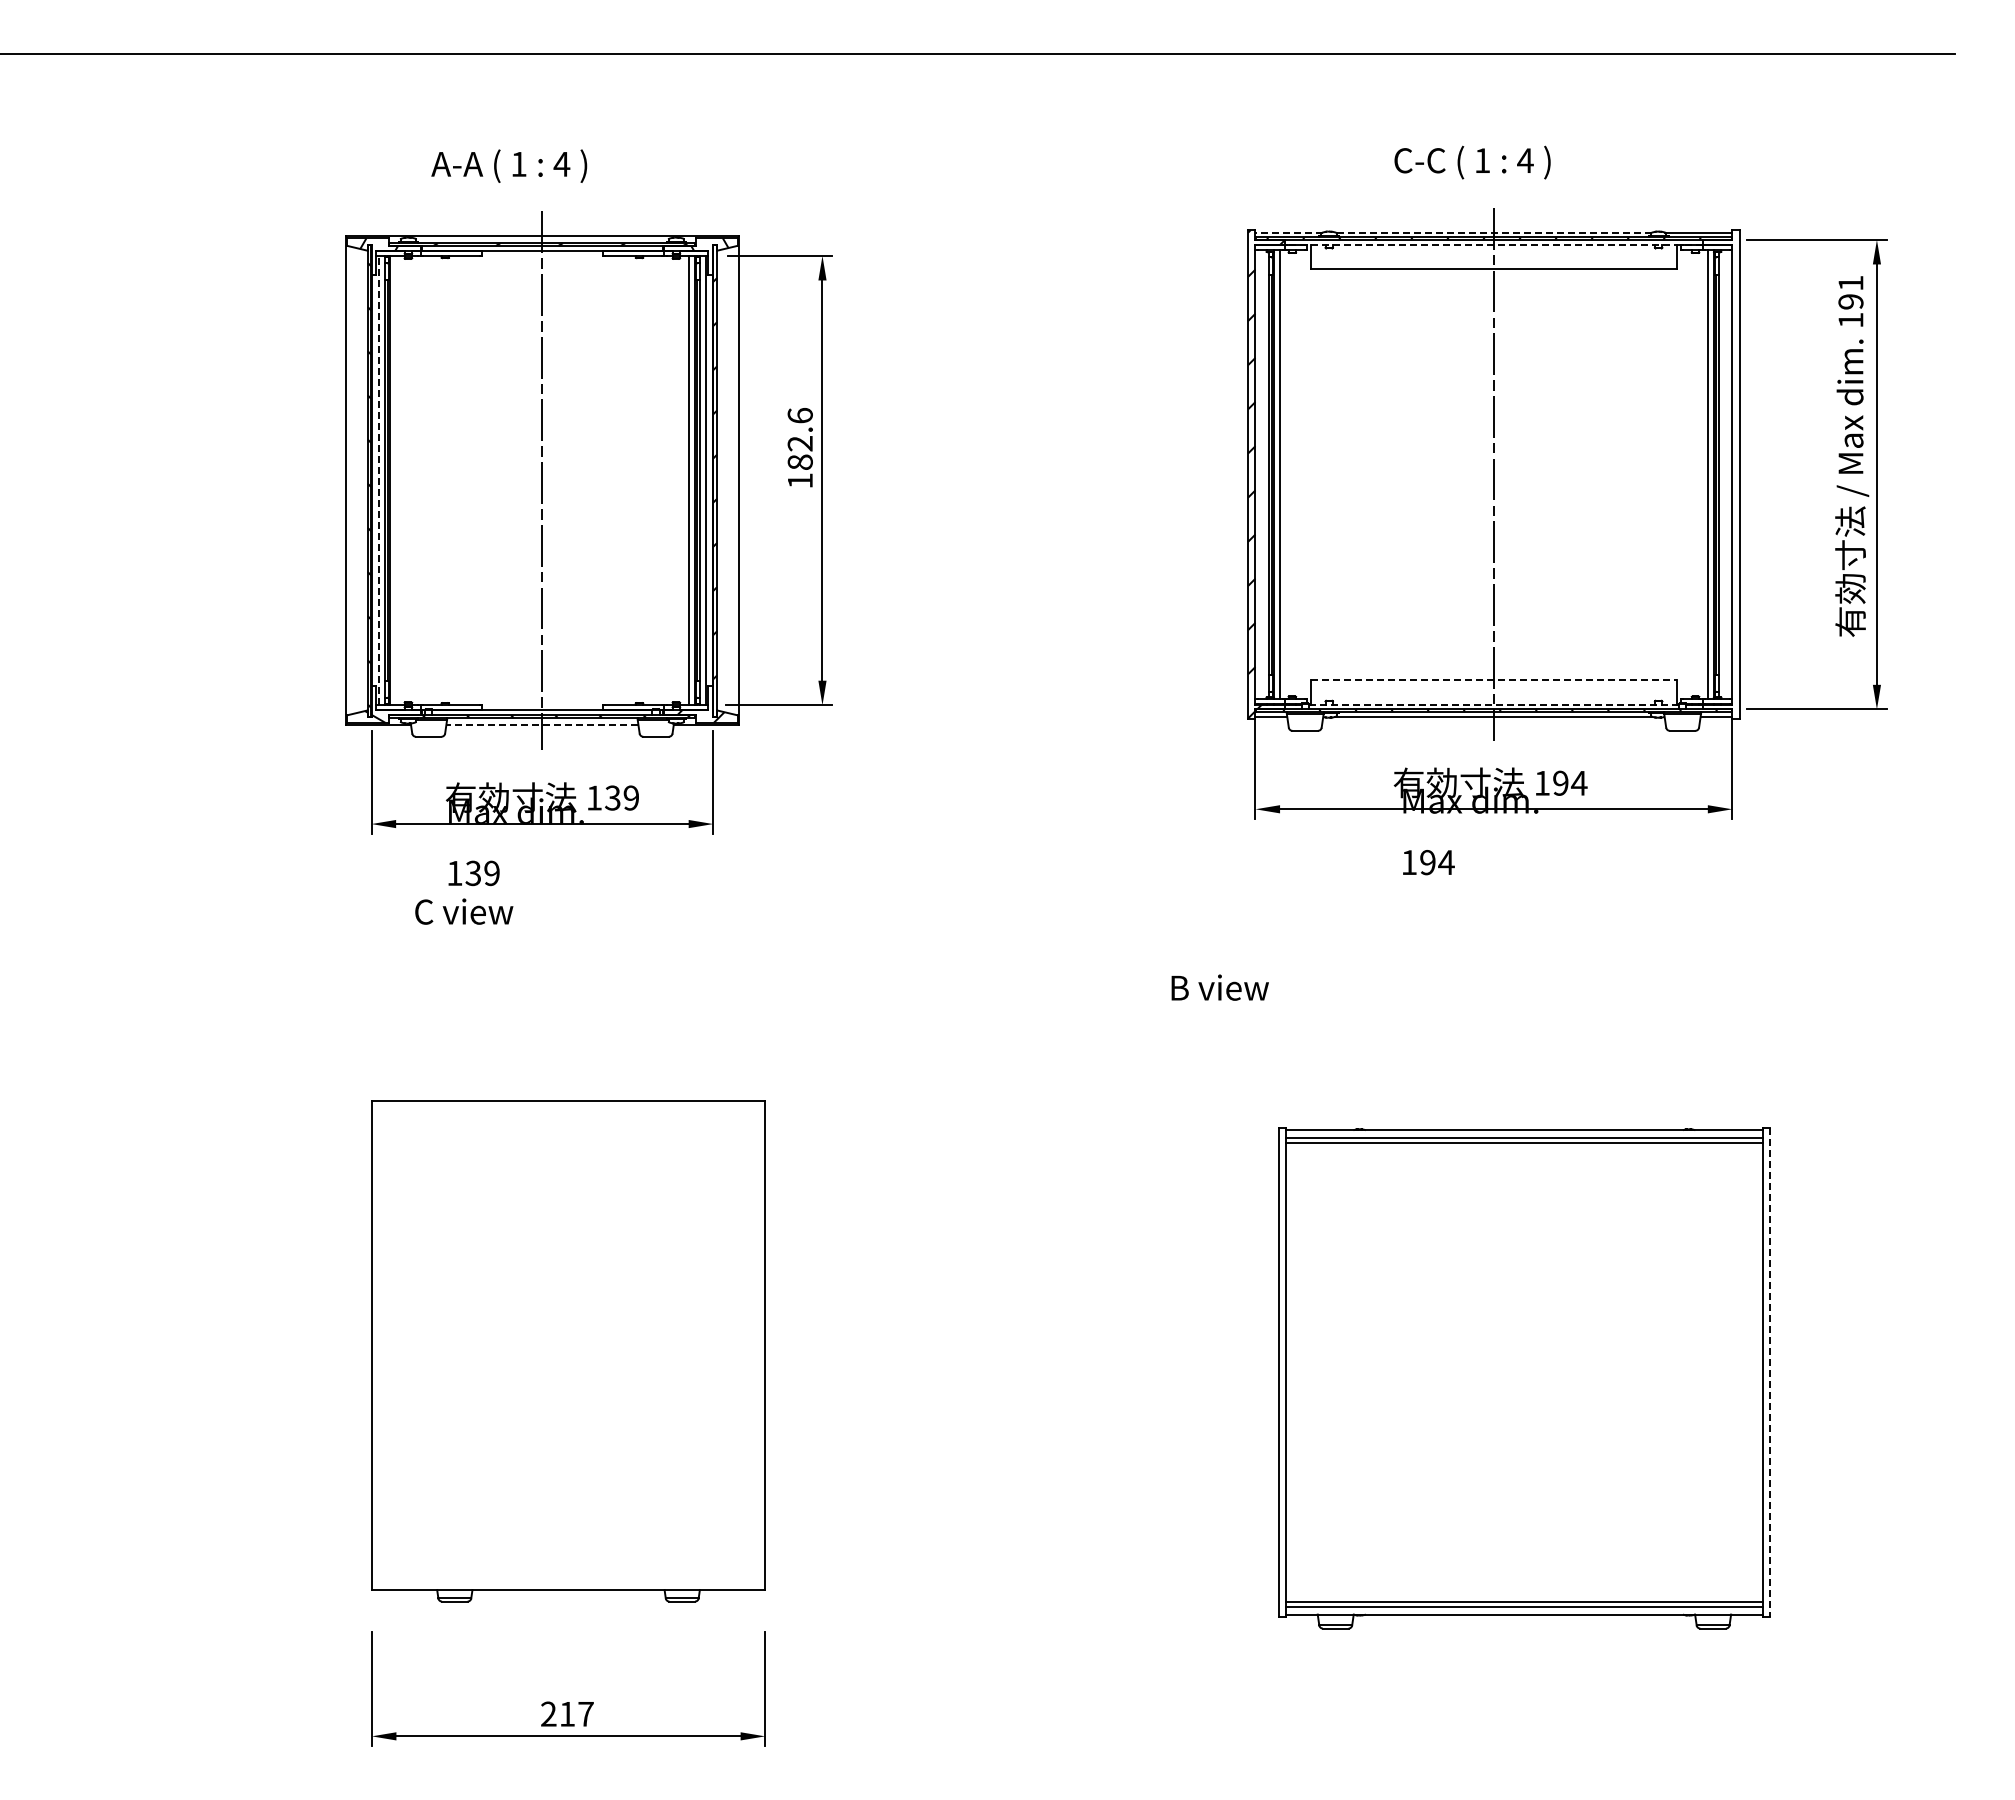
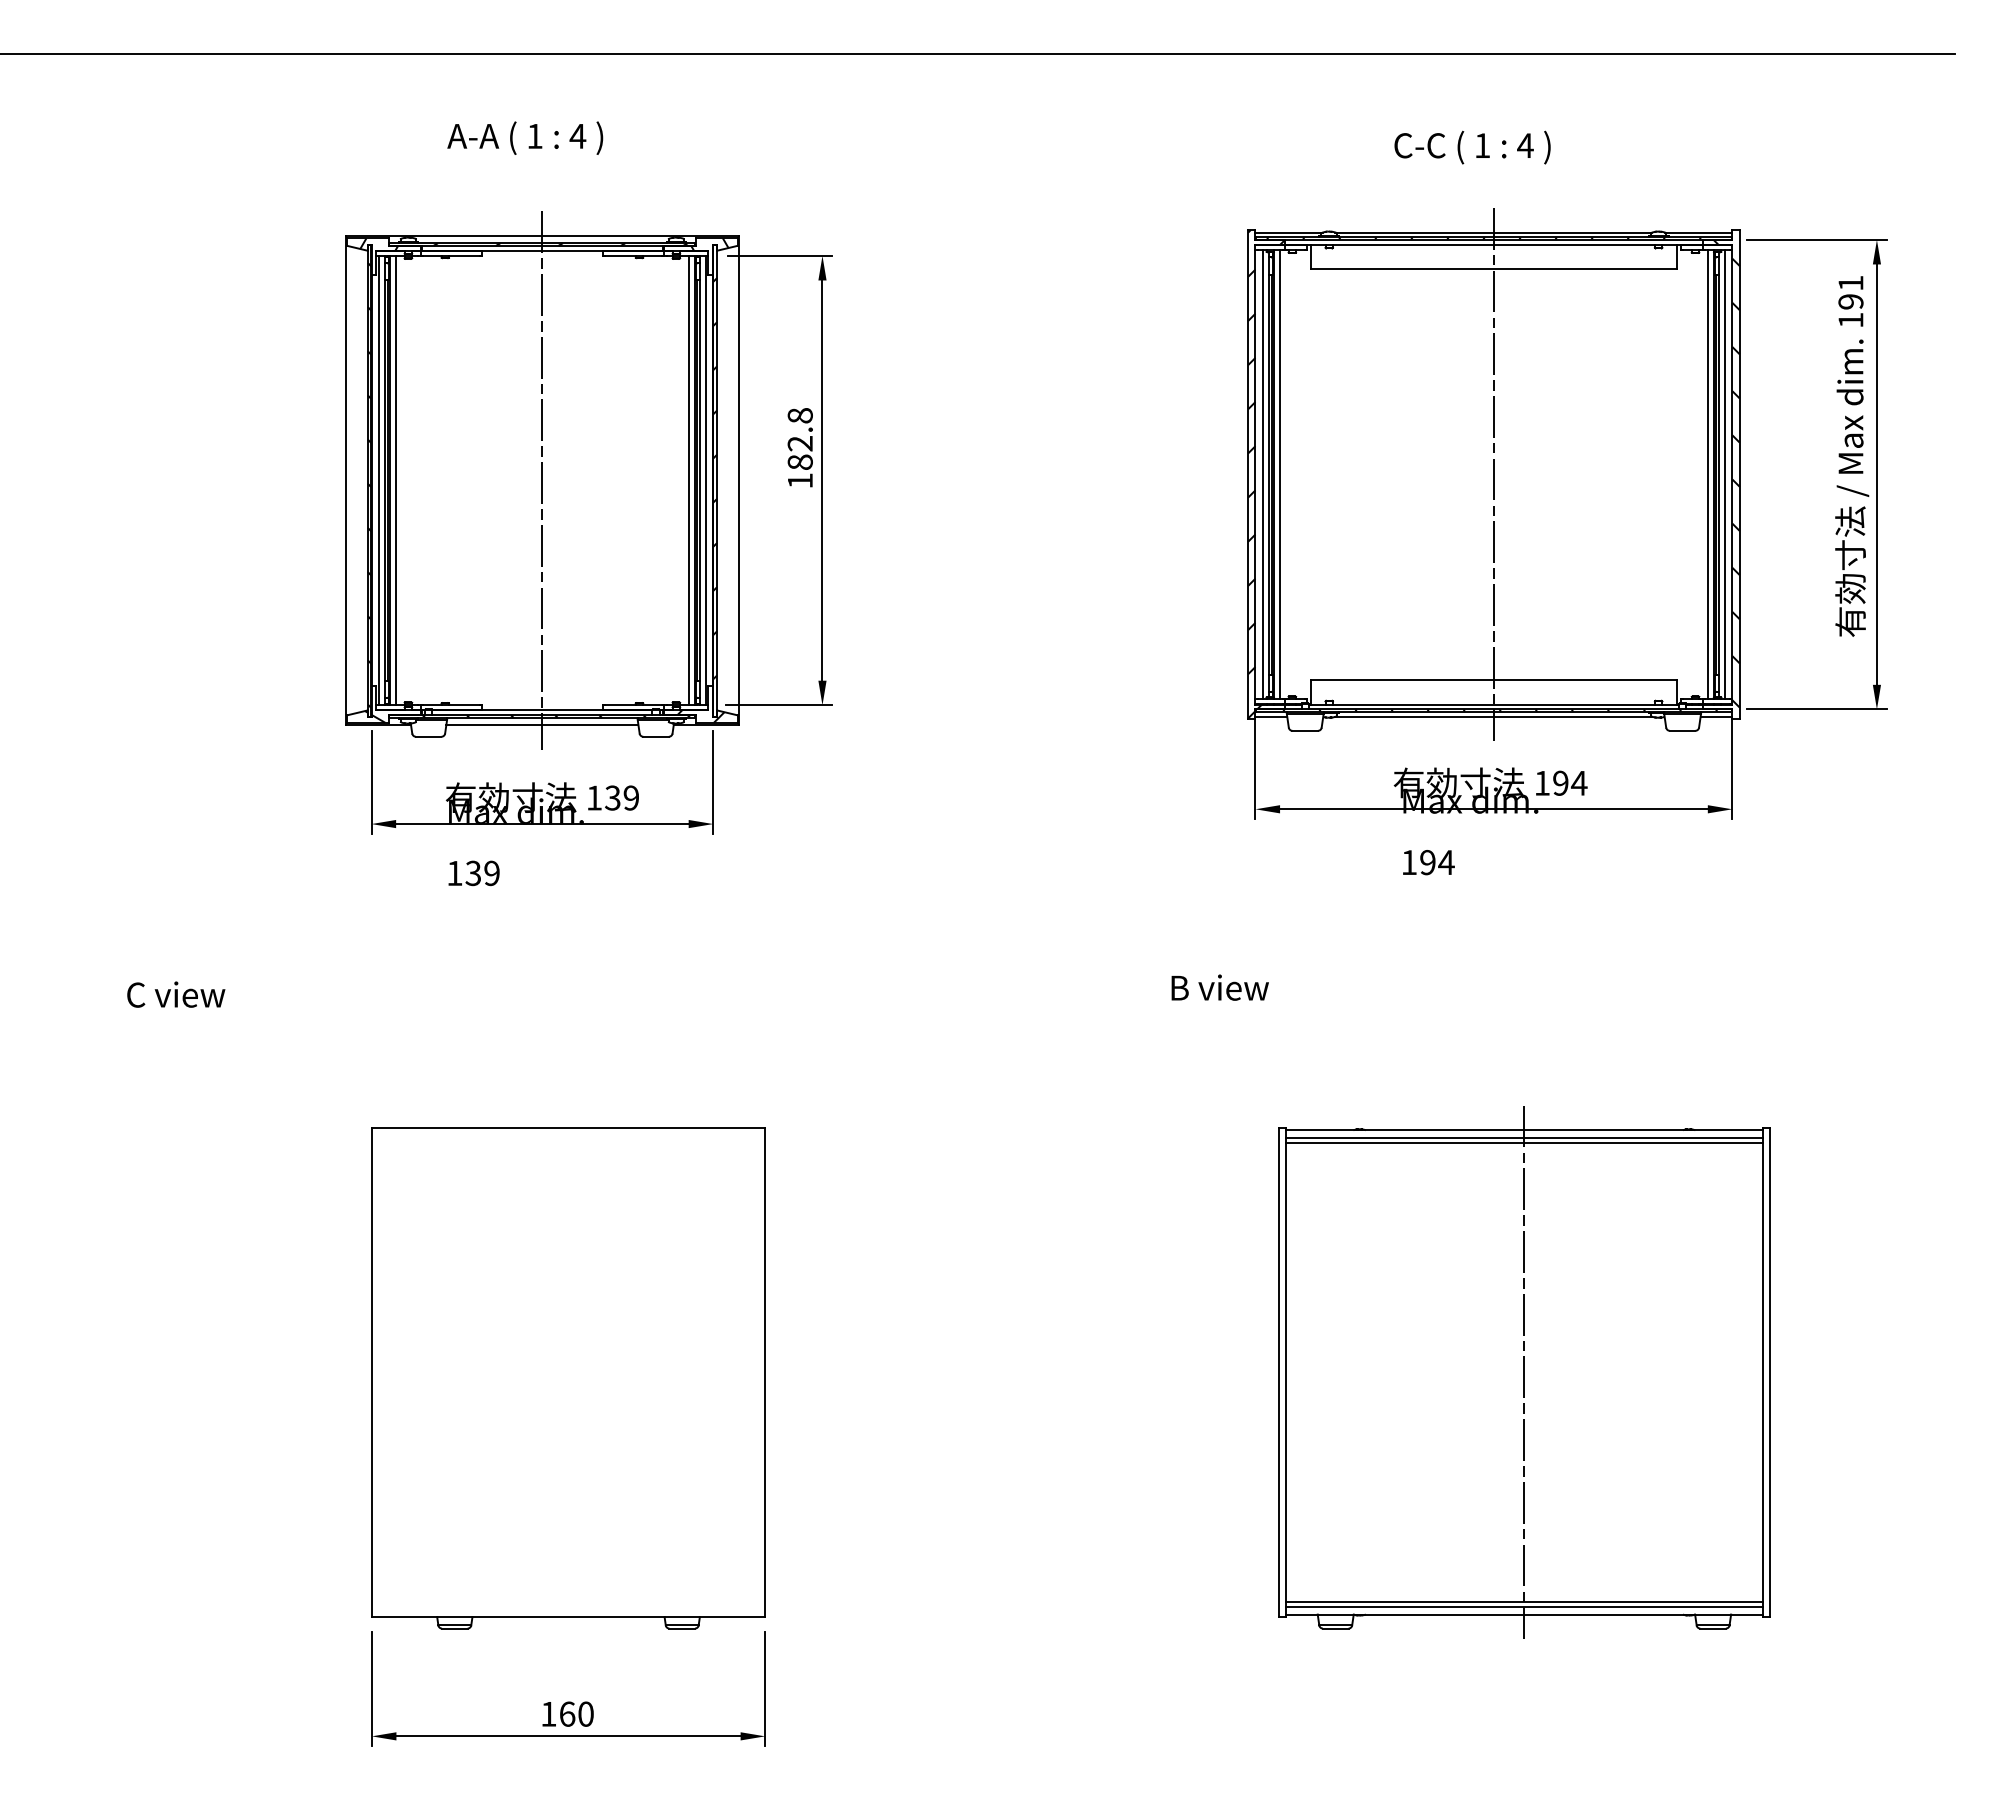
text at (1472, 162) position: (1472, 162) -> (1472, 147)
text at (509, 165) position: (509, 165) -> (525, 137)
line at (1289, 232): dashed -> solid
line at (1493, 232): dashed -> solid
line at (1493, 244): dashed -> solid
text at (799, 415): 182.6 -> 182.8
hatch at (1726, 473): none -> present
line at (1262, 474): none -> present
line at (1725, 474): none -> present
line at (378, 480): dashed -> solid
line at (396, 480): none -> present
line at (1494, 679): dashed -> solid
line at (1494, 704): dashed -> solid
line at (541, 725): dashed -> solid
text at (464, 911) position: (464, 911) -> (176, 994)
part at (568, 1351) position: (568, 1351) -> (568, 1378)
line at (1524, 1372): none -> present
line at (1770, 1372): dashed -> solid
text at (567, 1713): 217 -> 160
